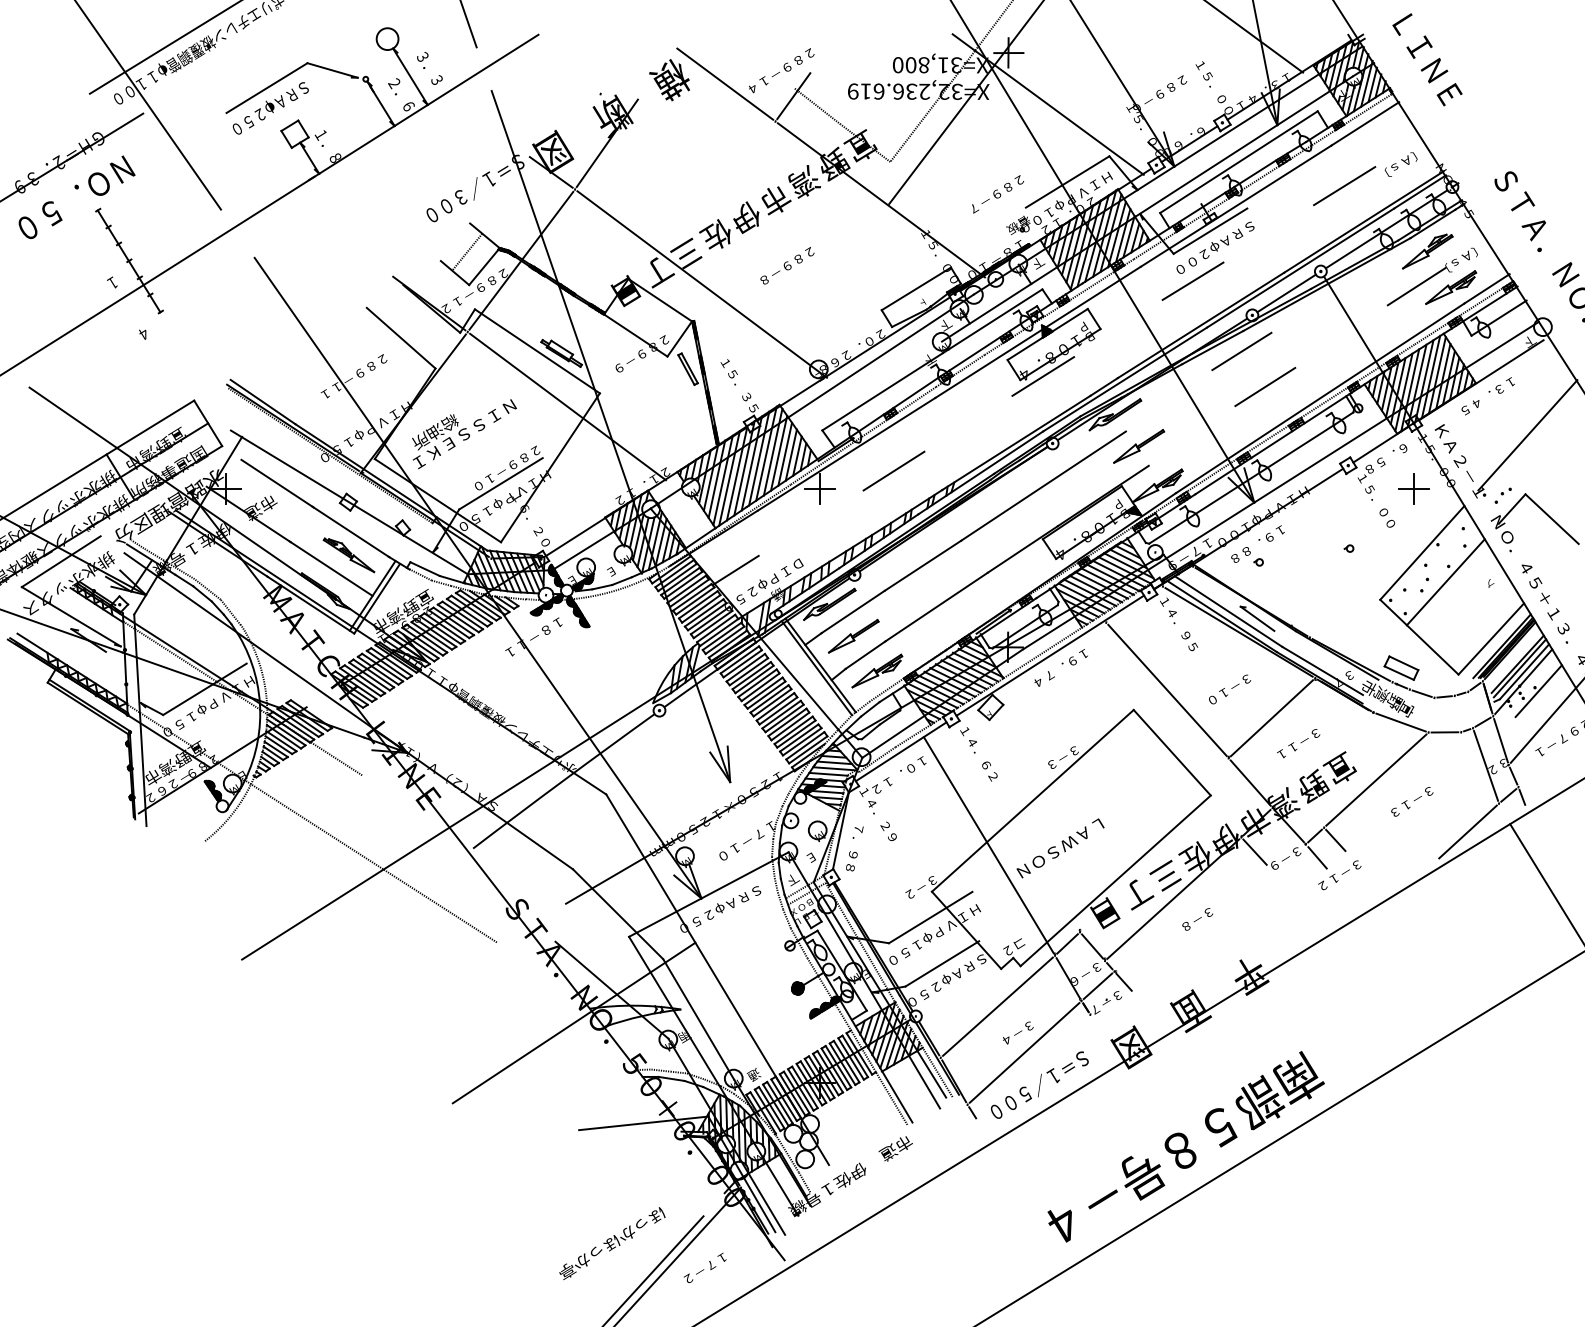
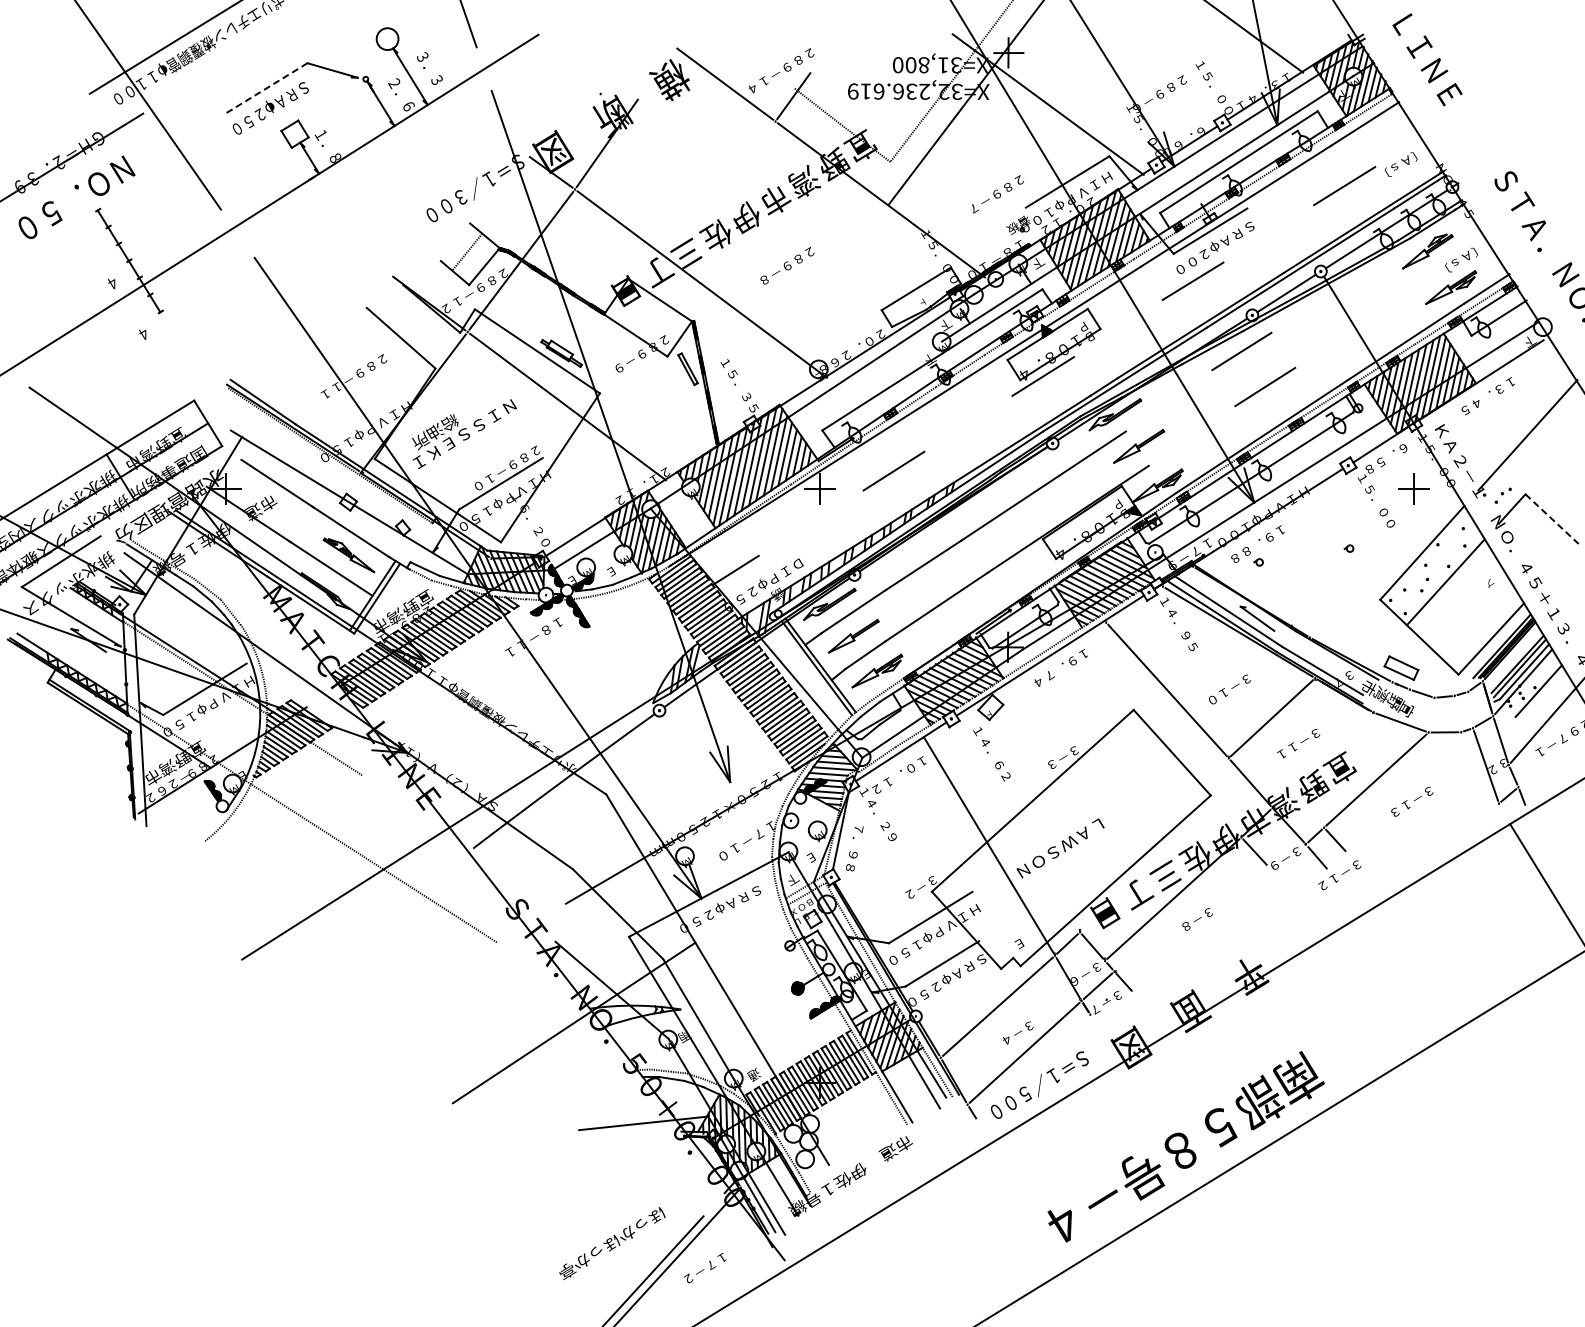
line at (267, 88): solid -> dashed
text at (112, 282): １ -> ４
line at (1416, 286): present -> none
line at (1552, 519): solid -> dashed
text at (978, 754) position: (978, 754) -> (991, 754)
line at (1467, 831): present -> none
text at (1014, 946): コ２ -> Ｅ
